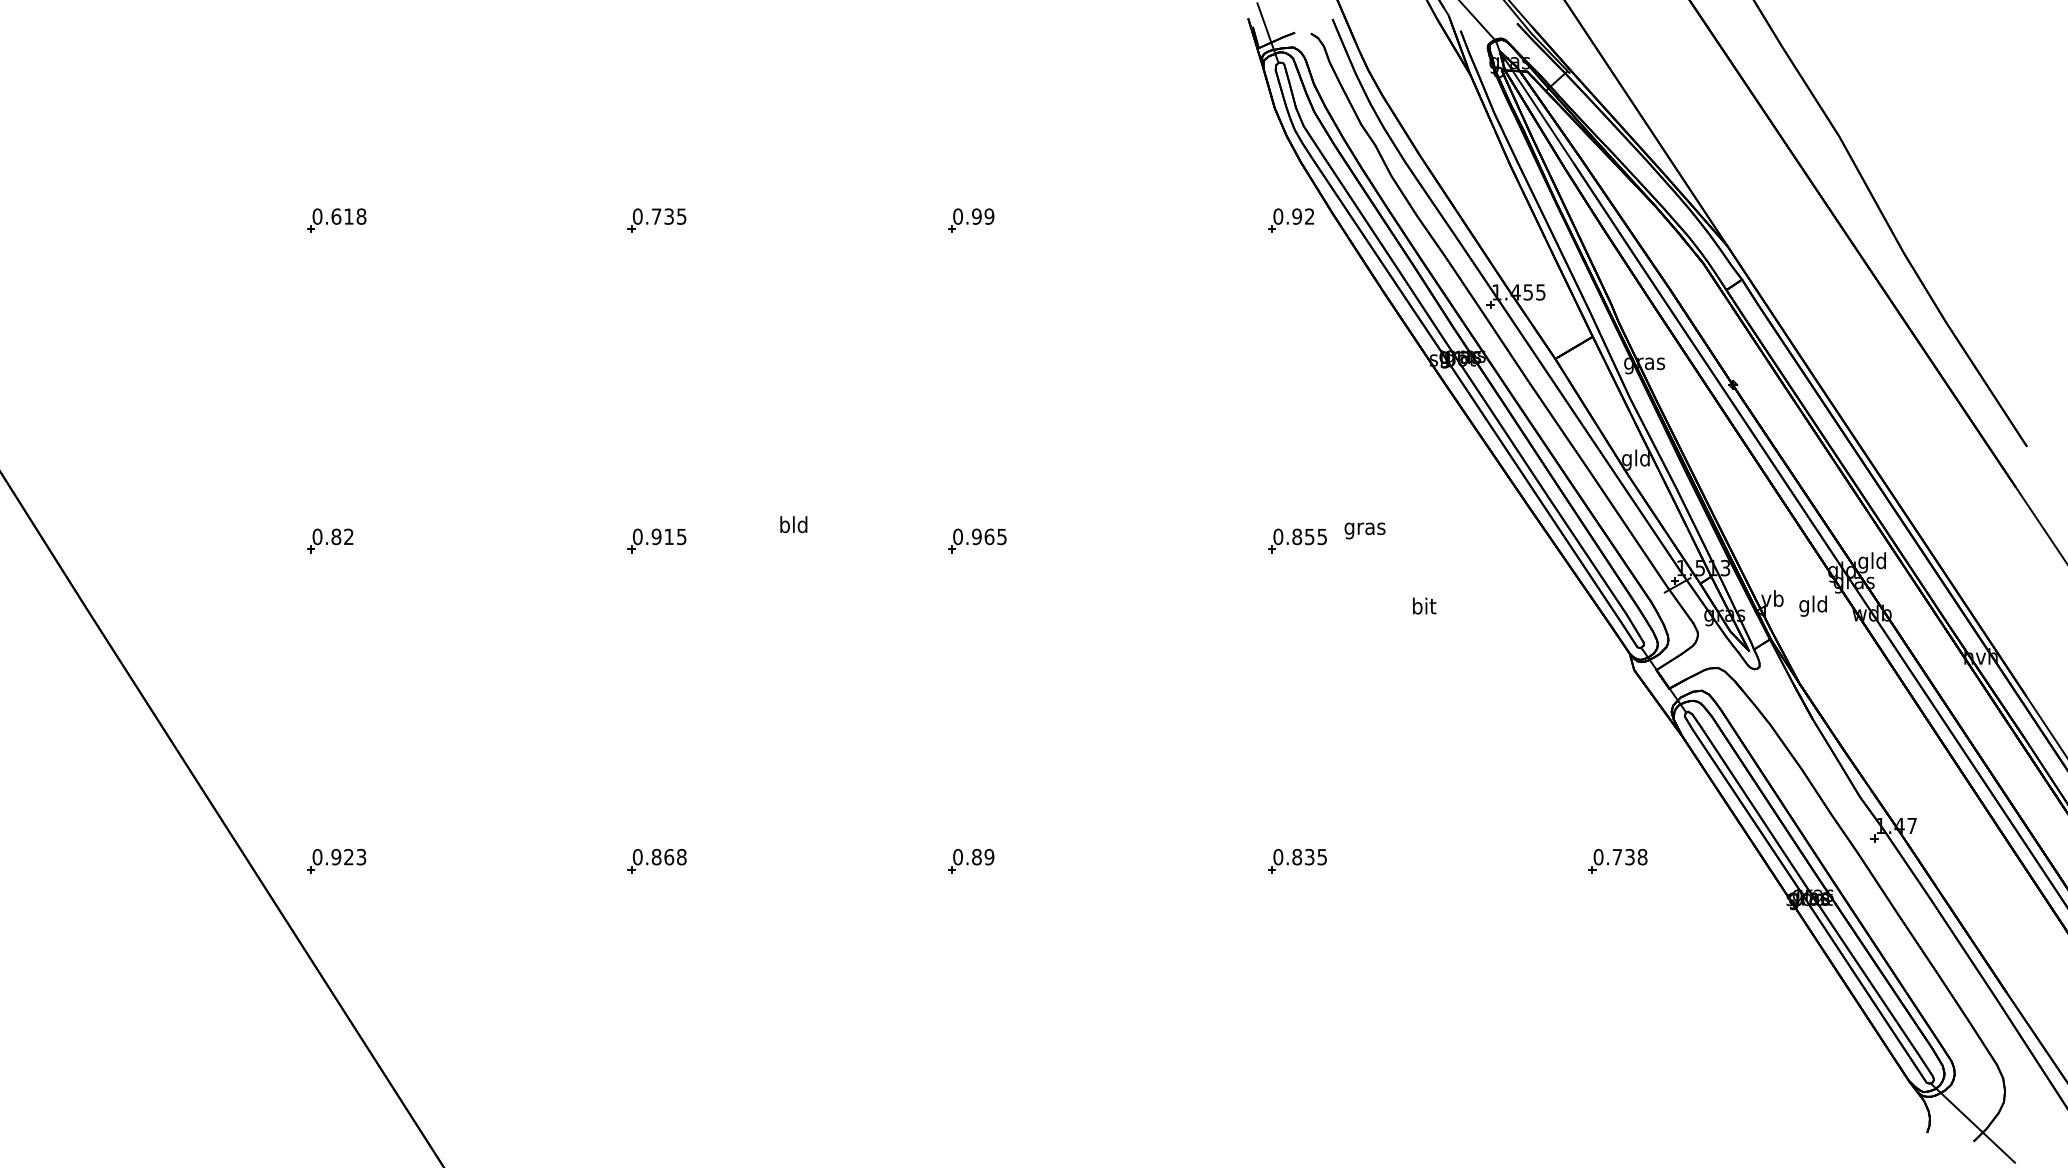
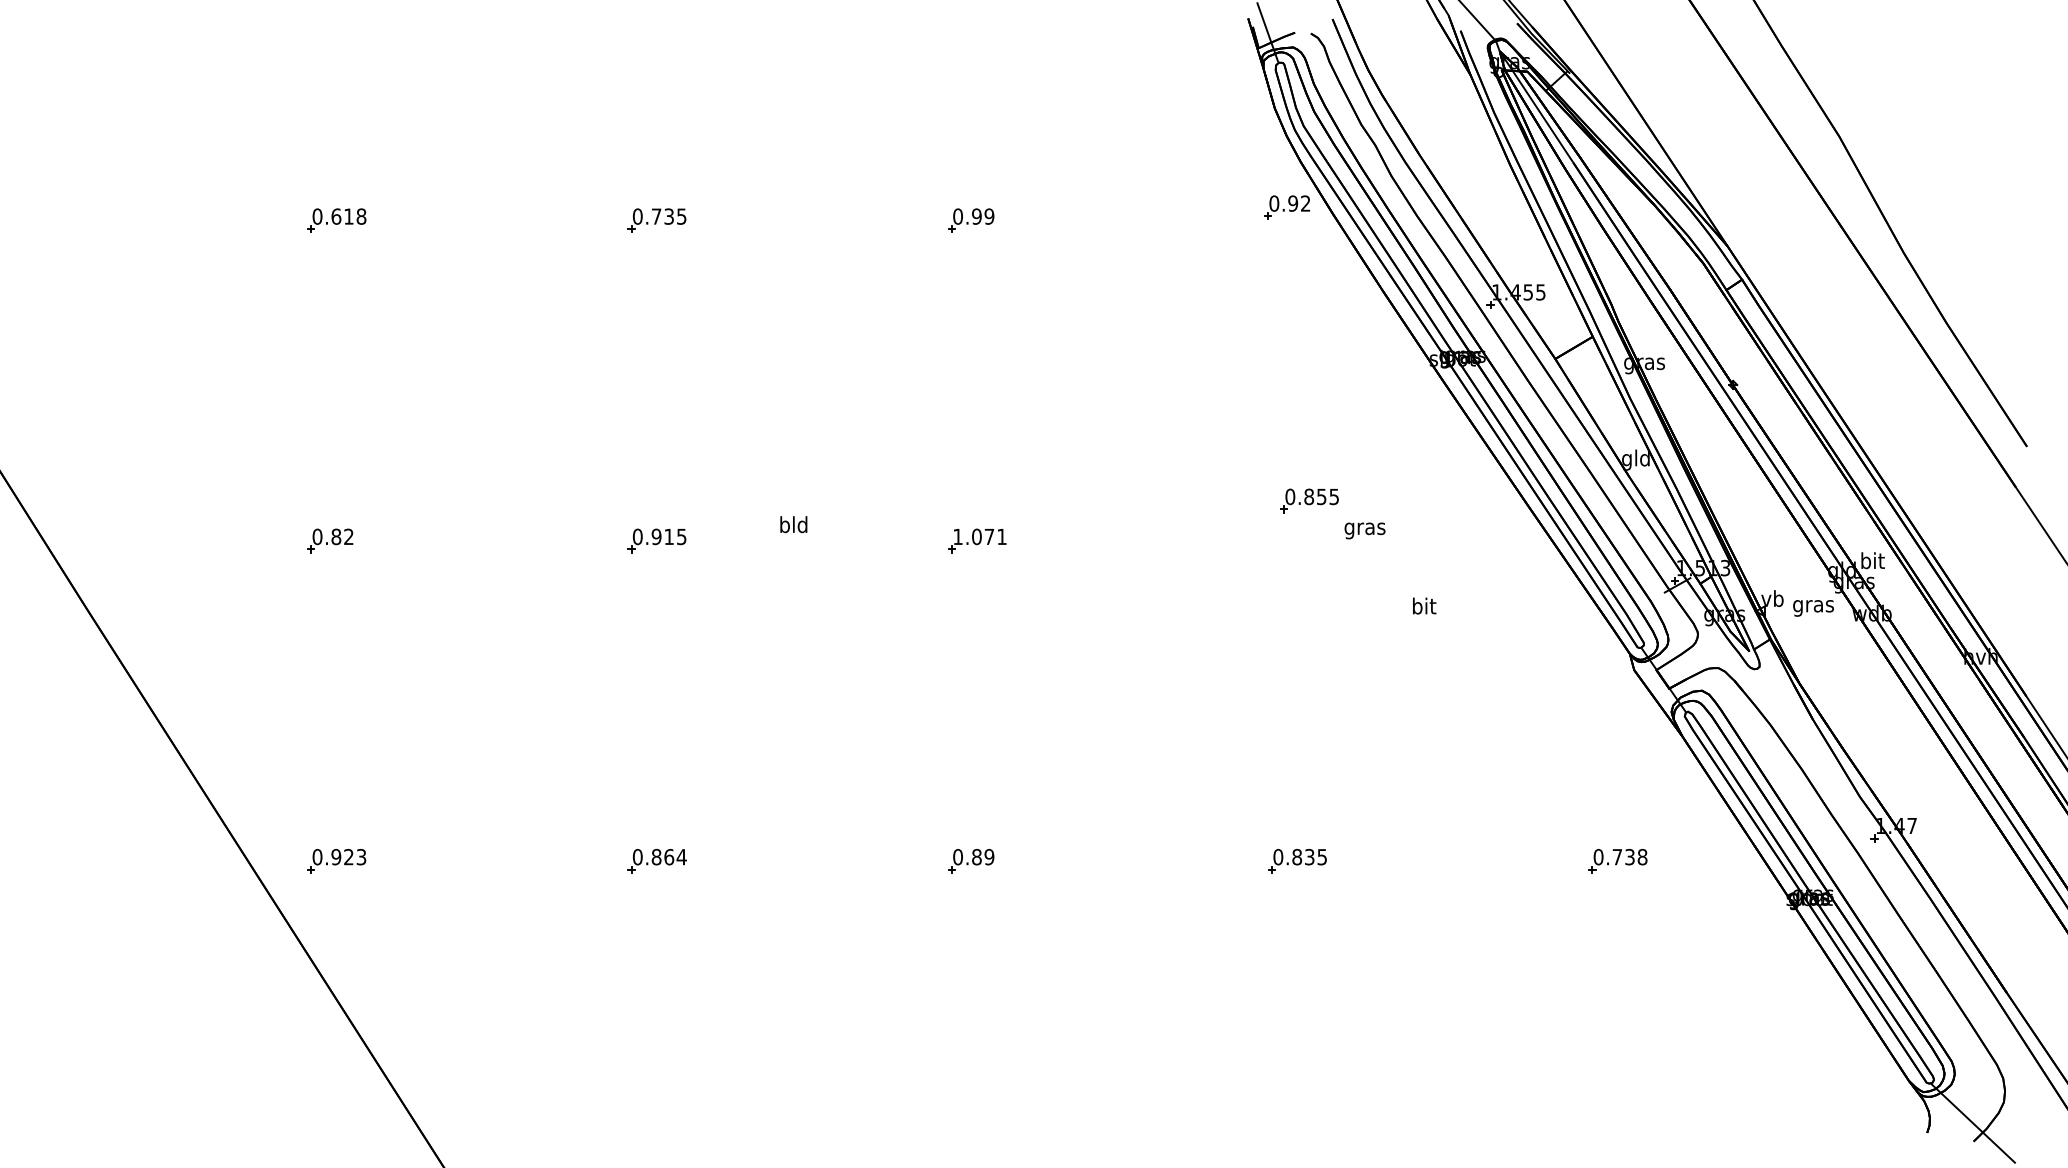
part at (1290, 220) position: (1290, 220) -> (1286, 207)
text at (979, 536): 0.965 -> 1.071
part at (1297, 540) position: (1297, 540) -> (1309, 500)
text at (1871, 562): gld -> bit
text at (1813, 605): gld -> gras
text at (681, 856): 0.868 -> 0.864
